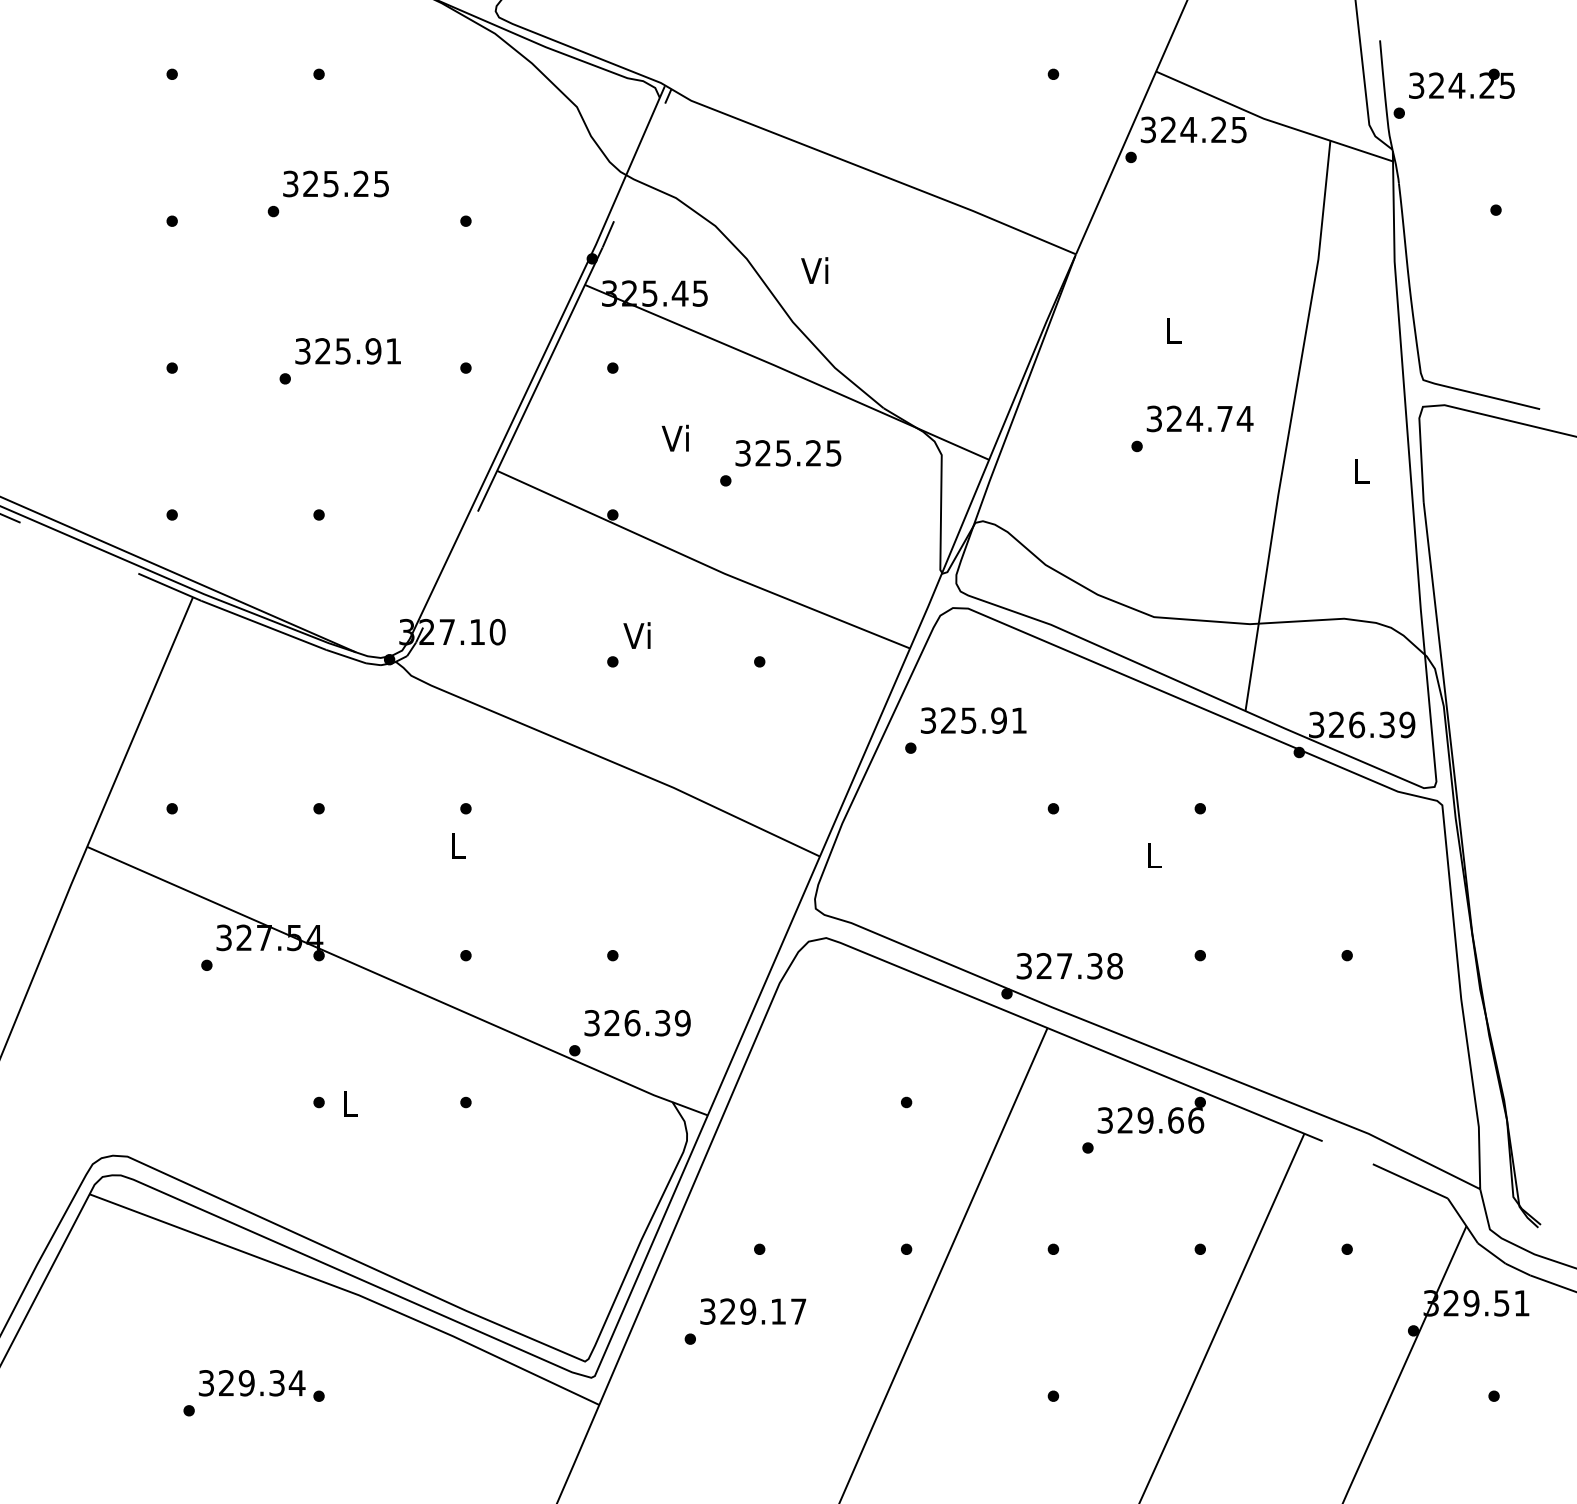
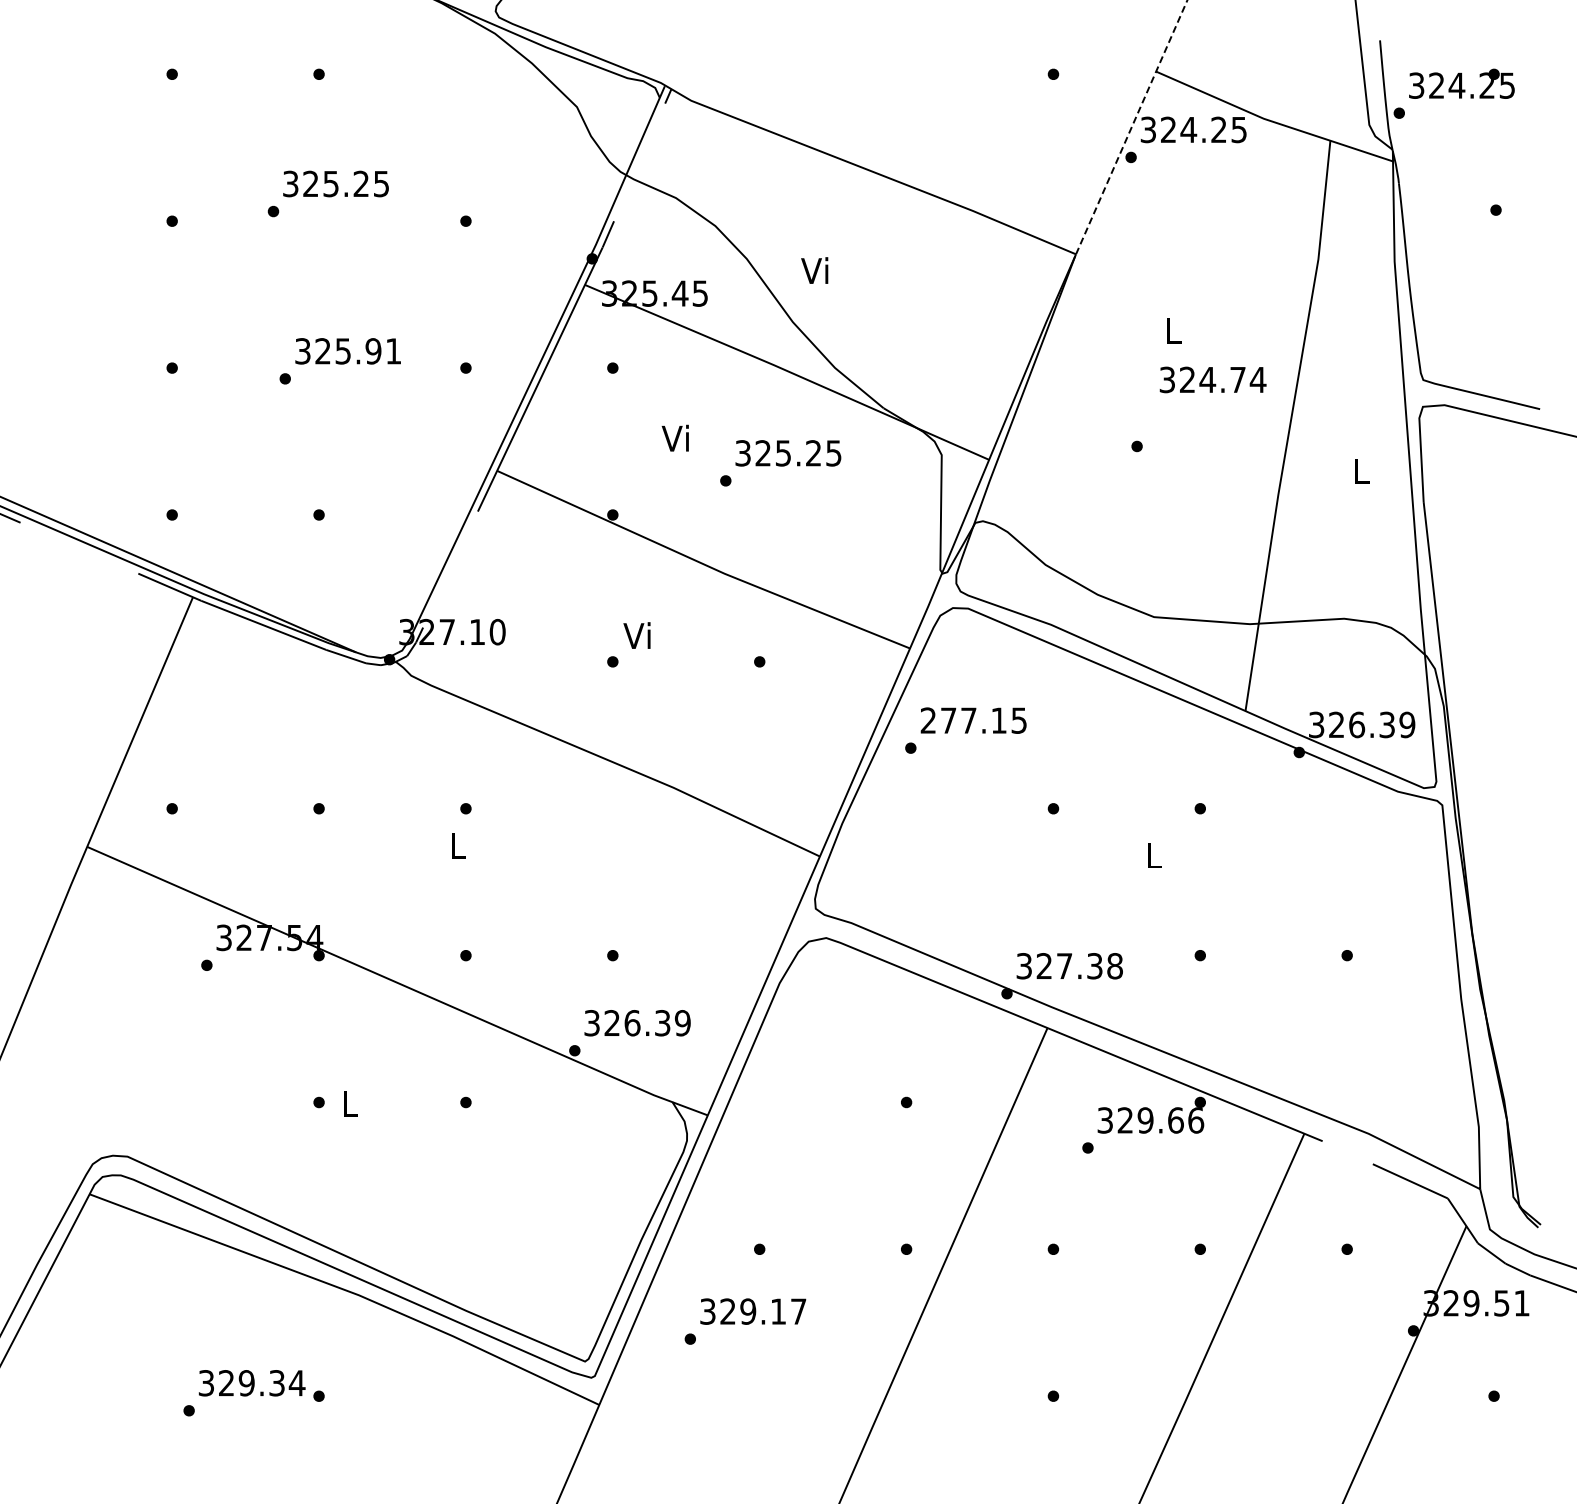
line at (1131, 127): solid -> dashed
text at (1199, 418) position: (1199, 418) -> (1212, 379)
text at (973, 720): 325.91 -> 277.15
